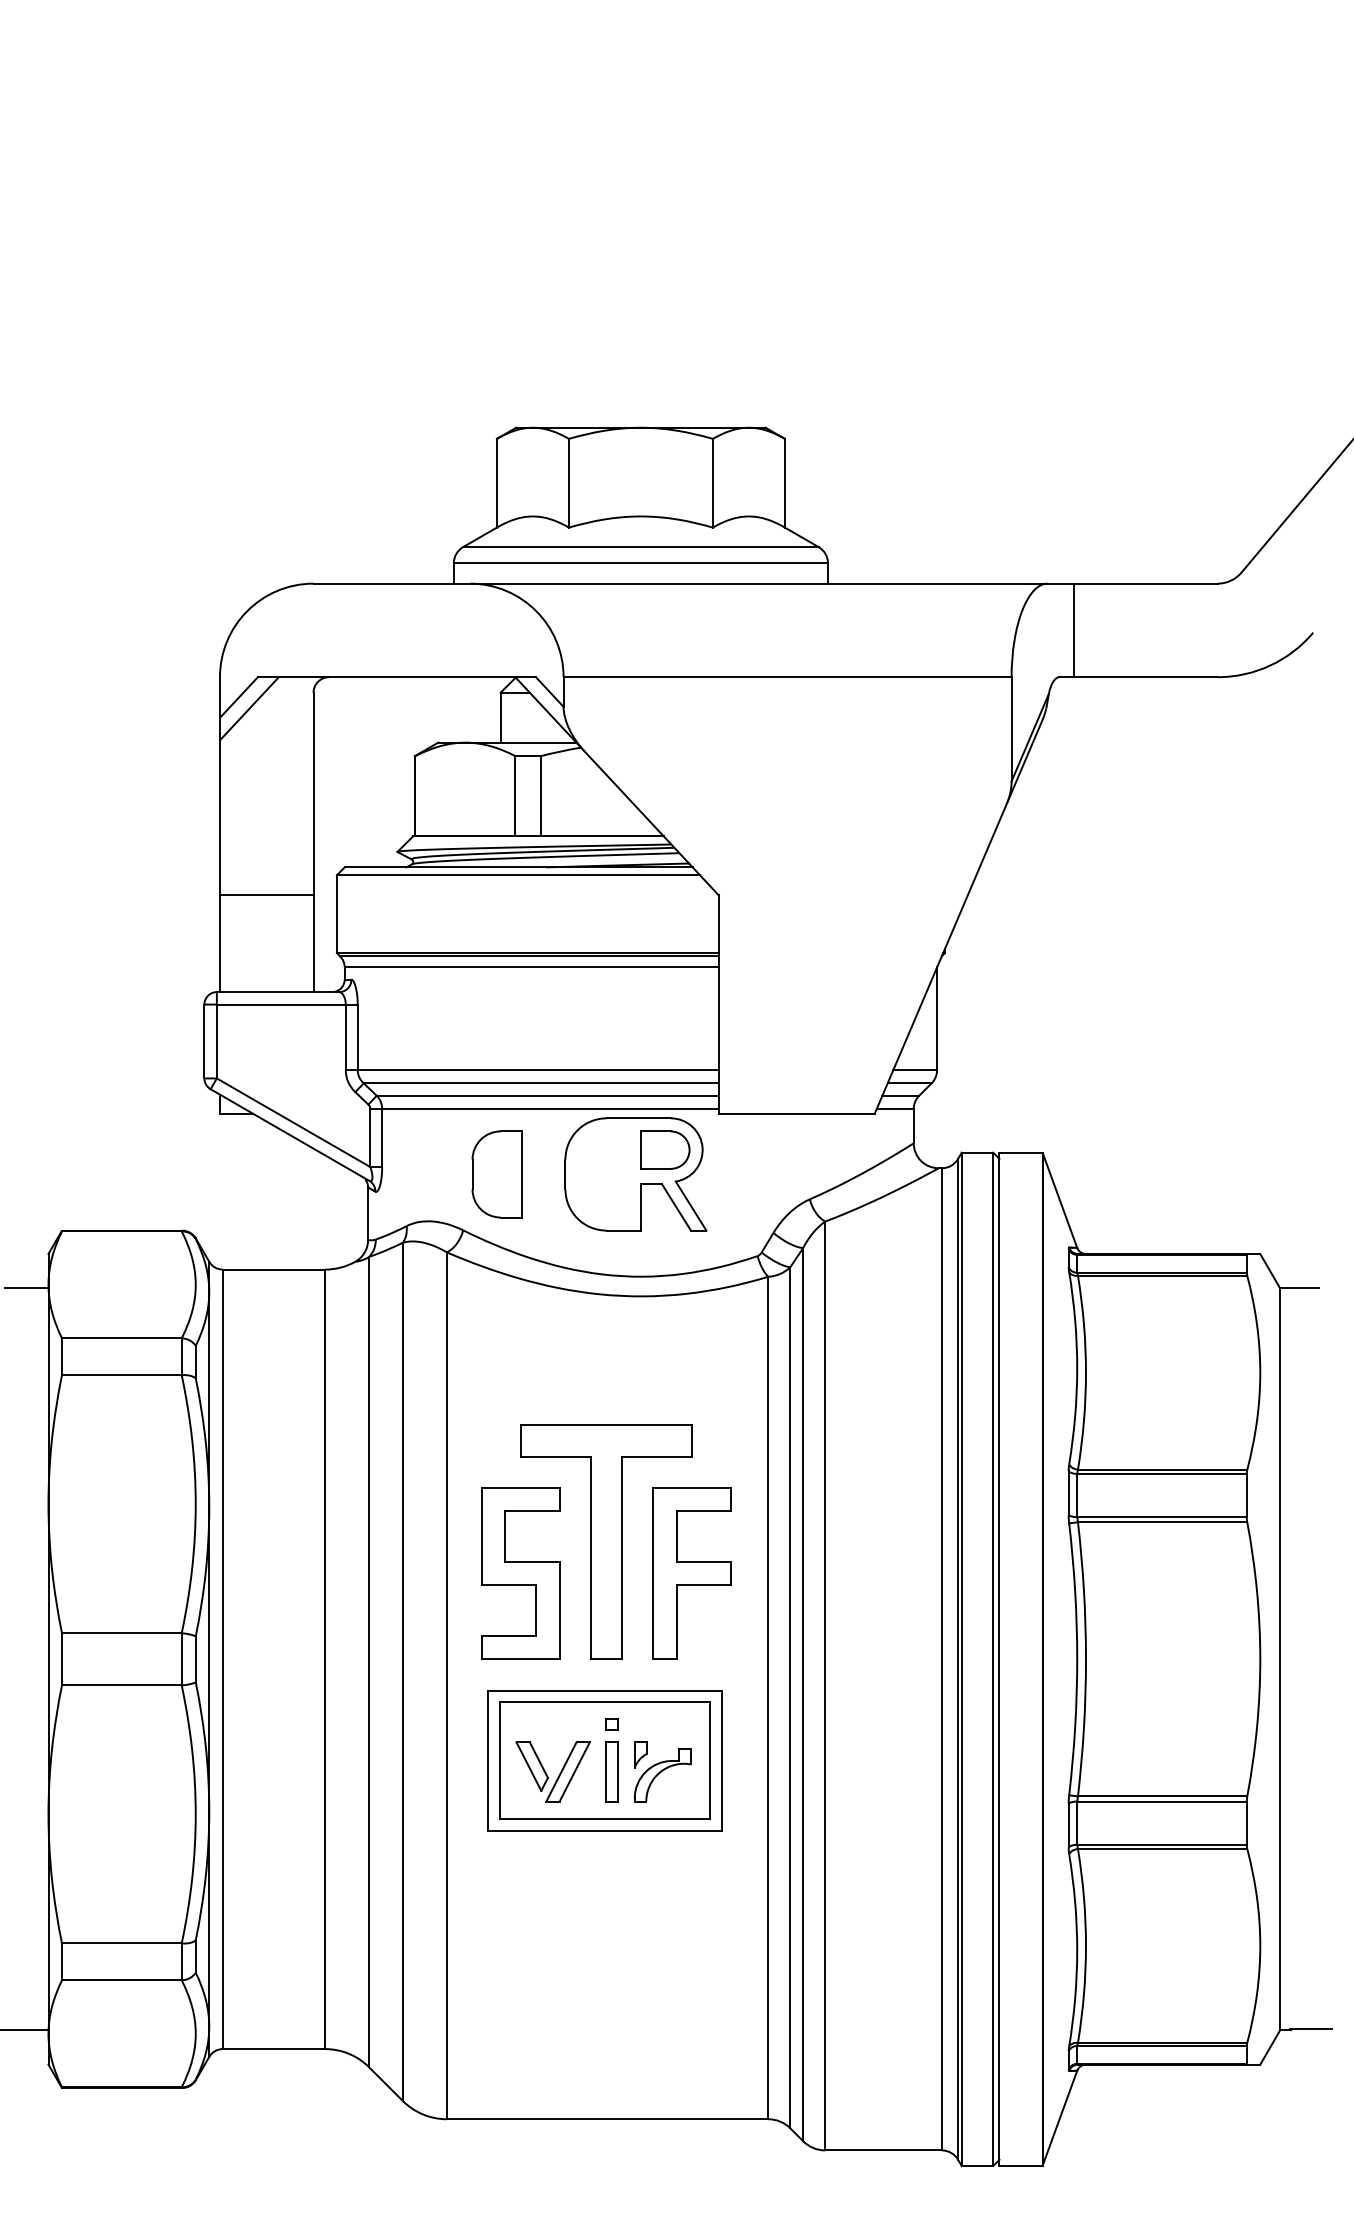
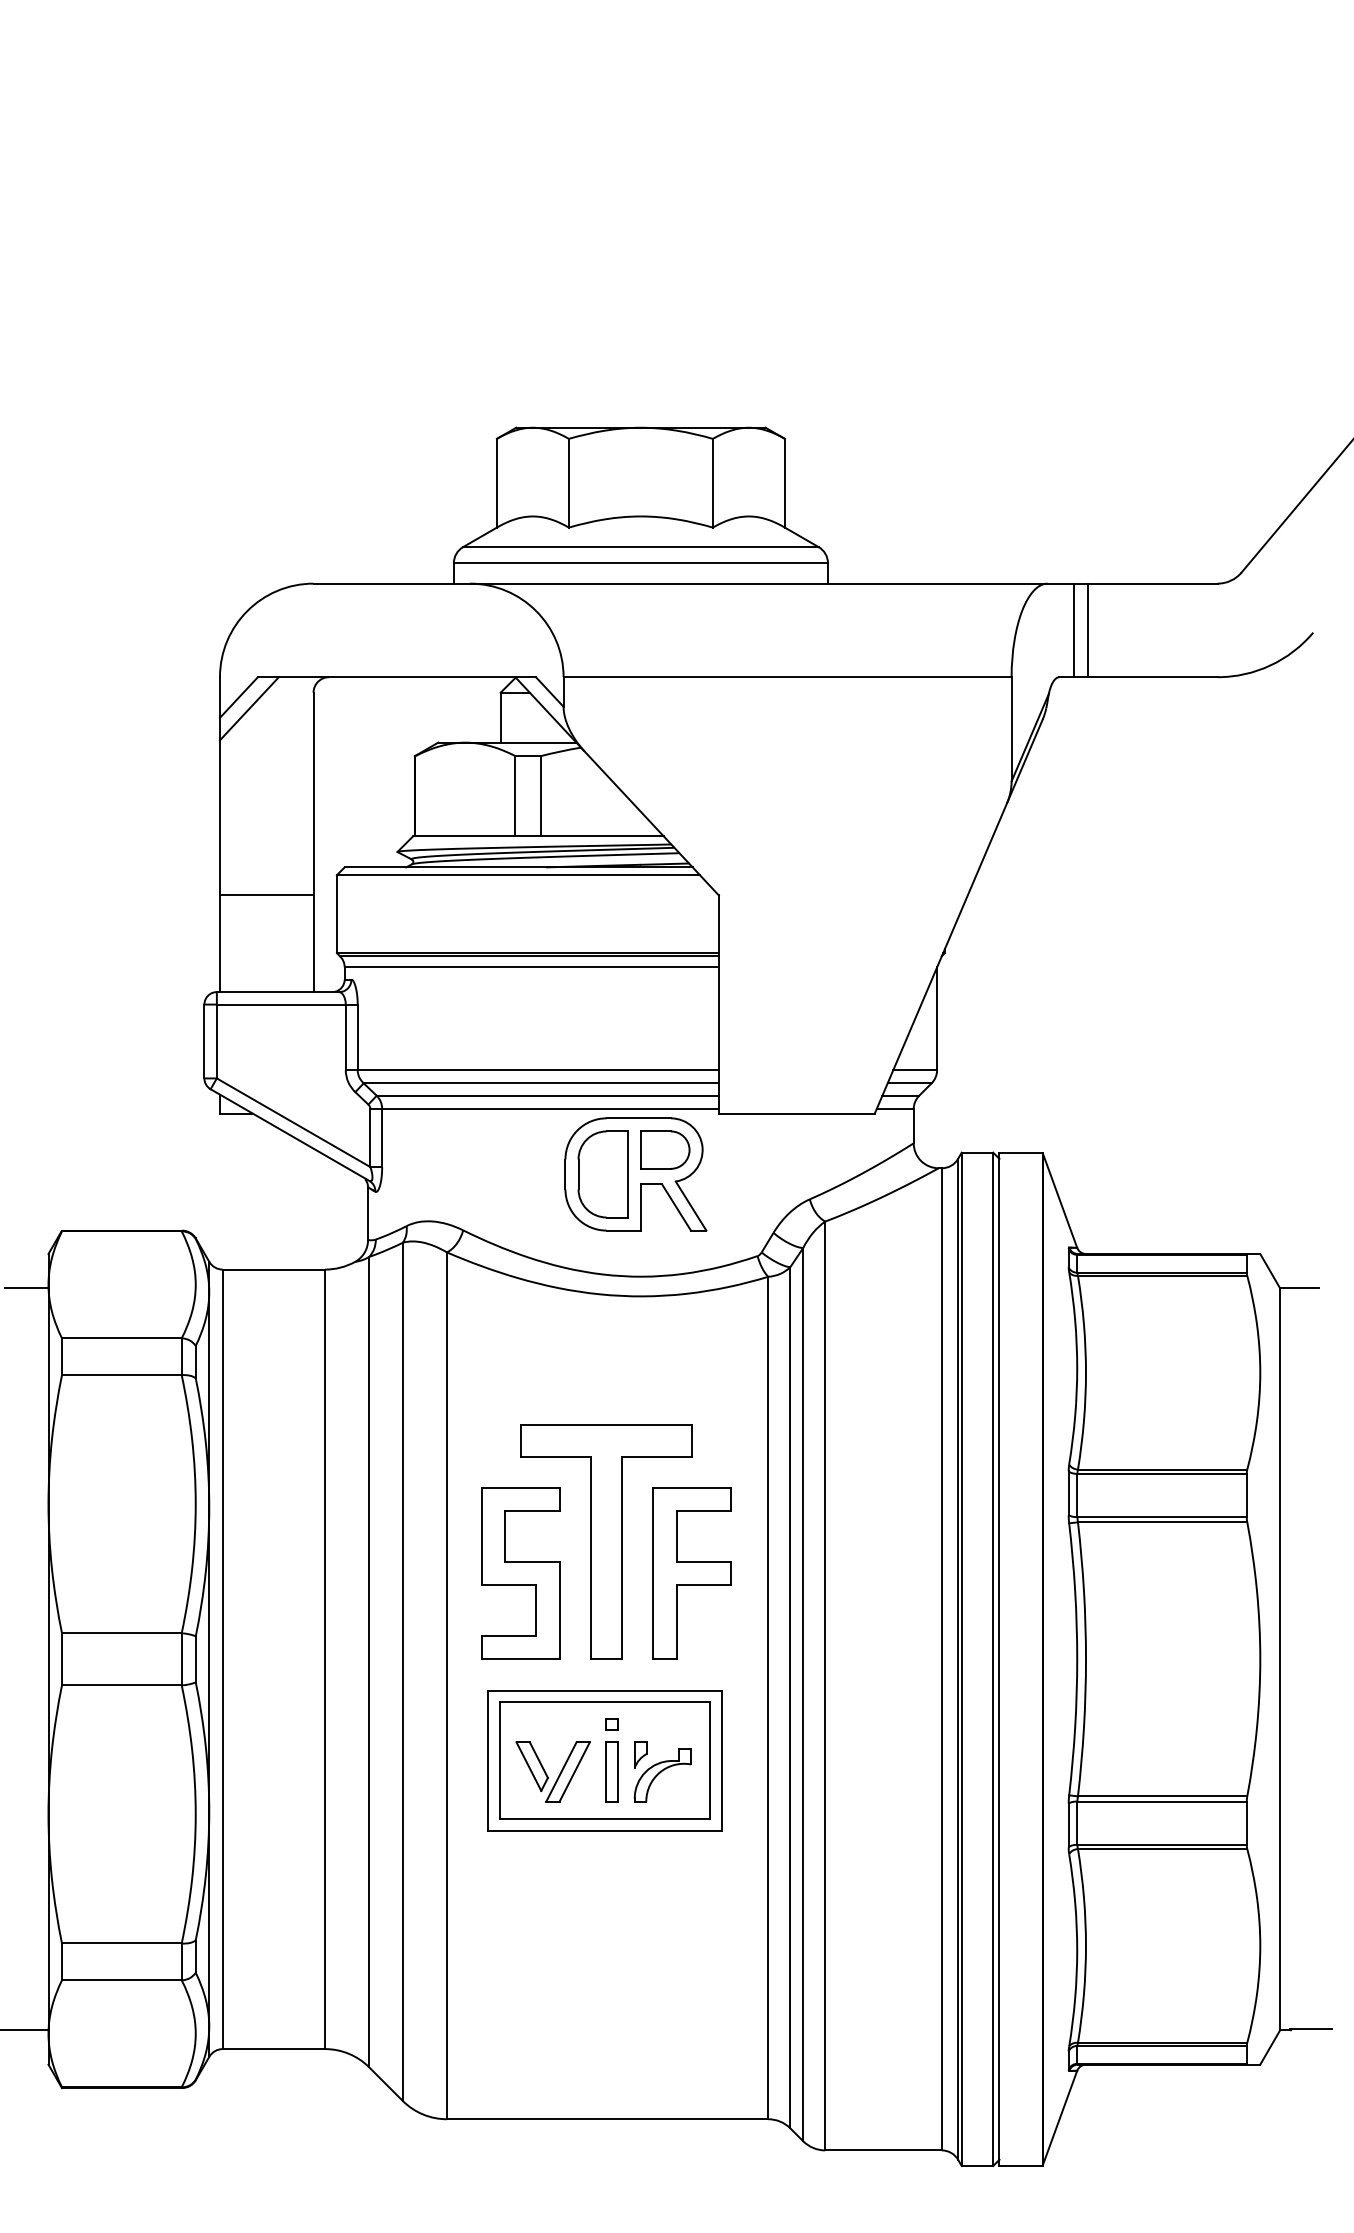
line at (1088, 630): none -> present
part at (496, 1174) position: (496, 1174) -> (602, 1174)
